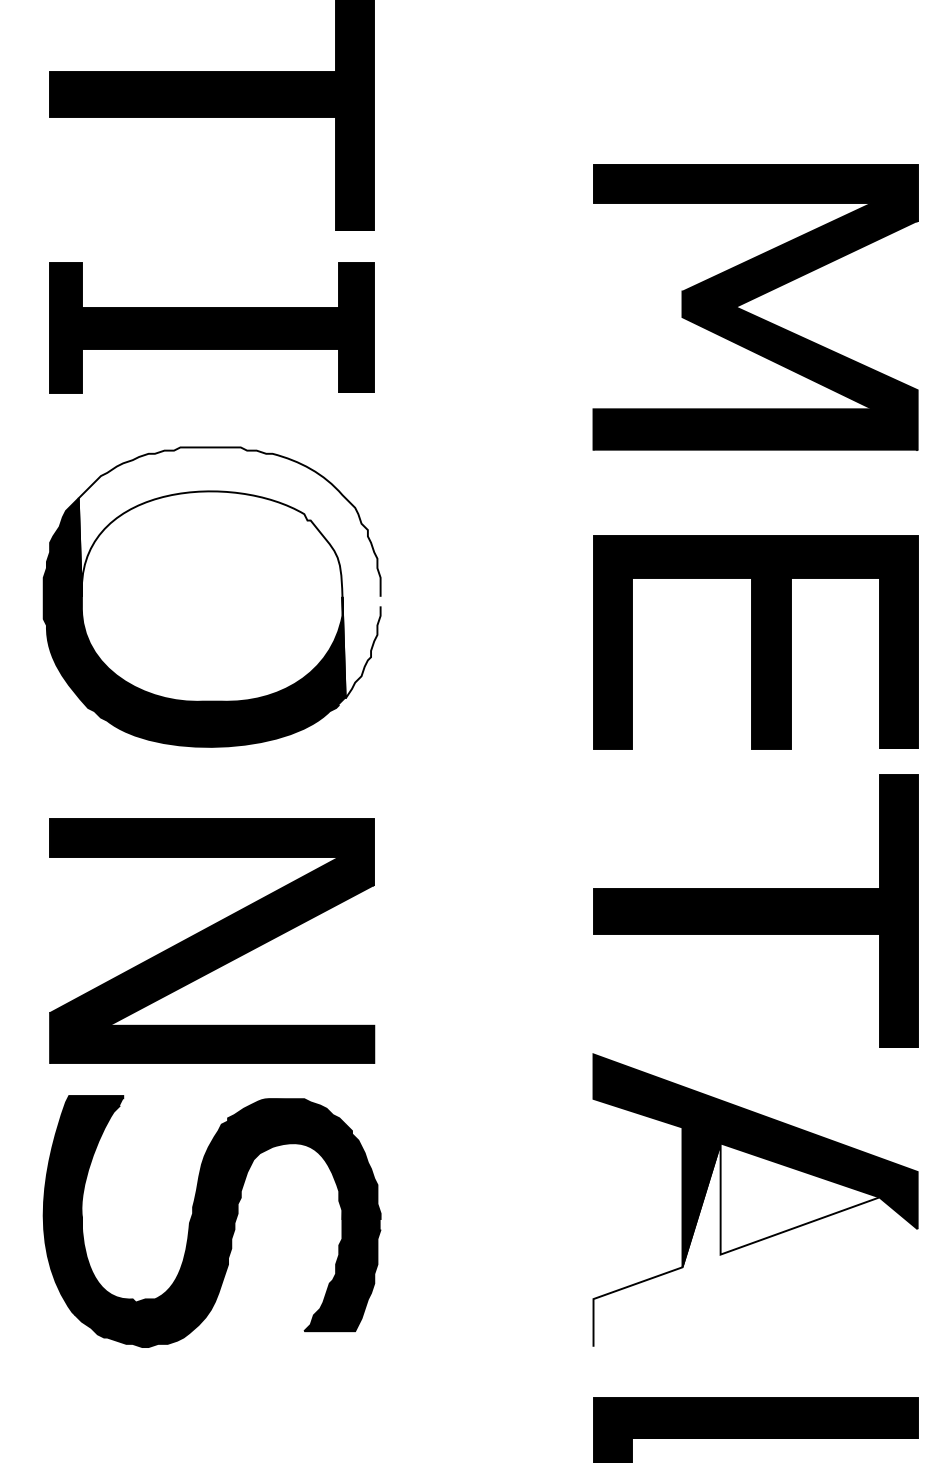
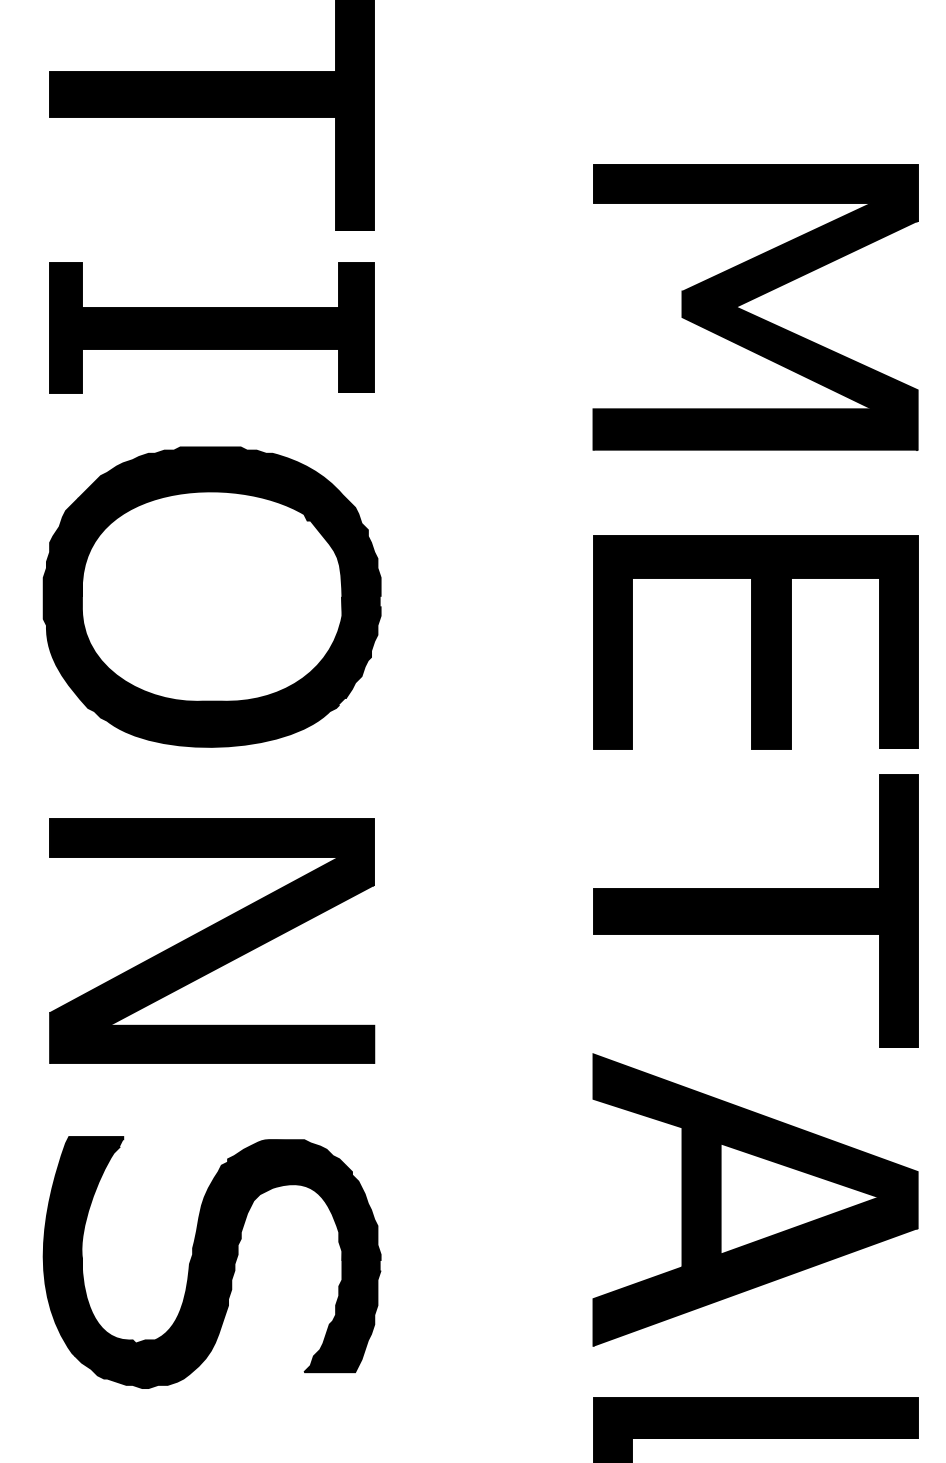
fill at (229, 572): none -> present
part at (211, 1221) position: (211, 1221) -> (211, 1262)
fill at (755, 1244): none -> present
